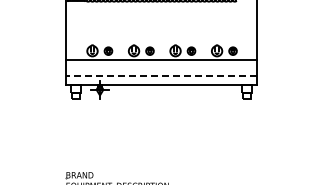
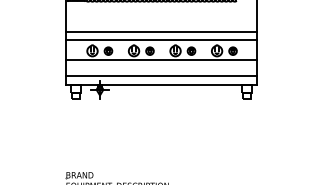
line at (161, 32): none -> present
line at (161, 40): none -> present
line at (161, 76): dashed -> solid
